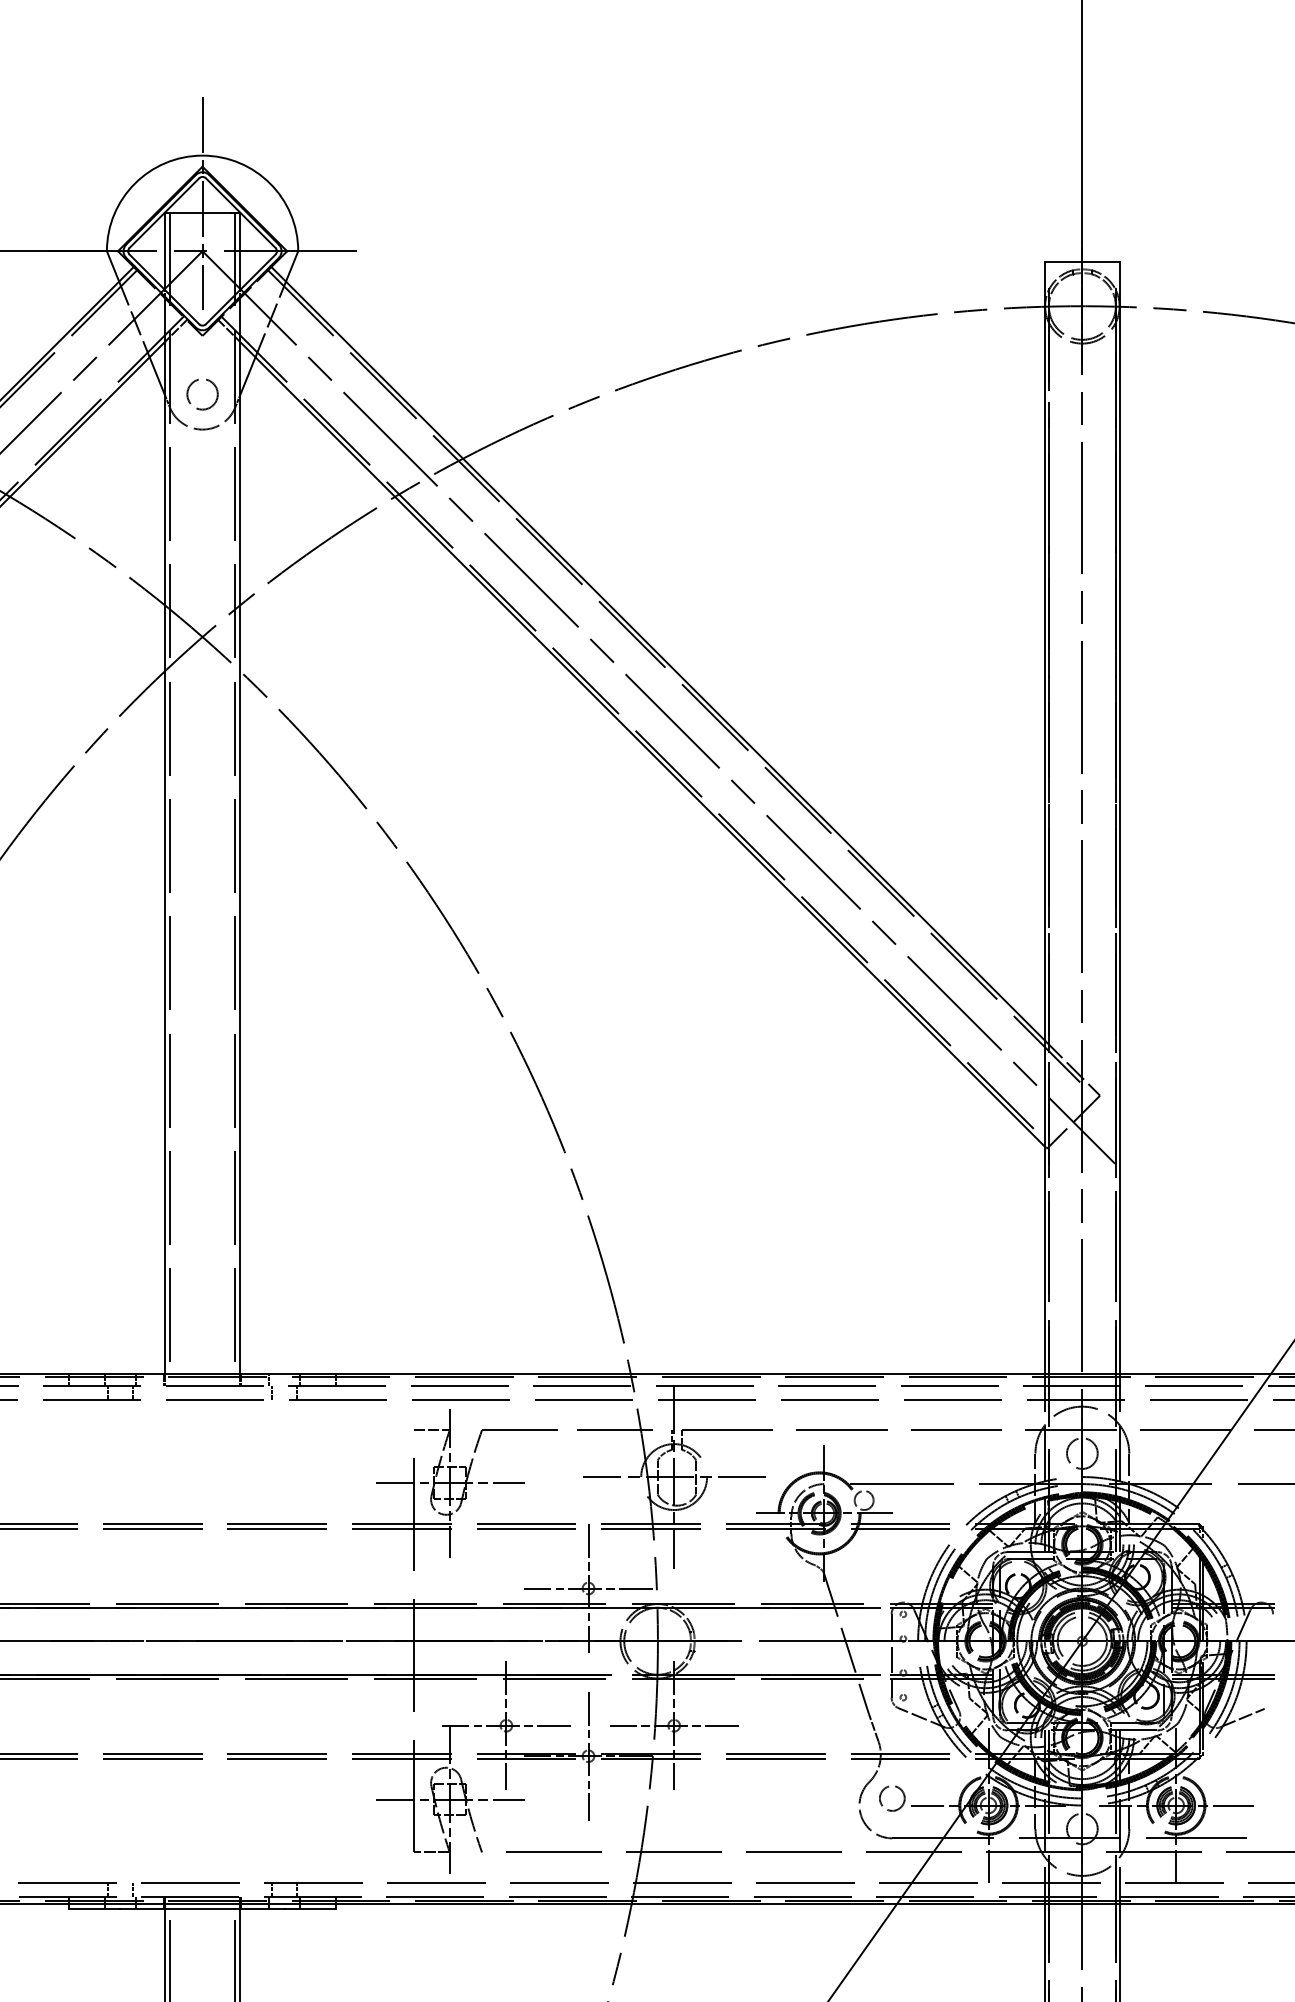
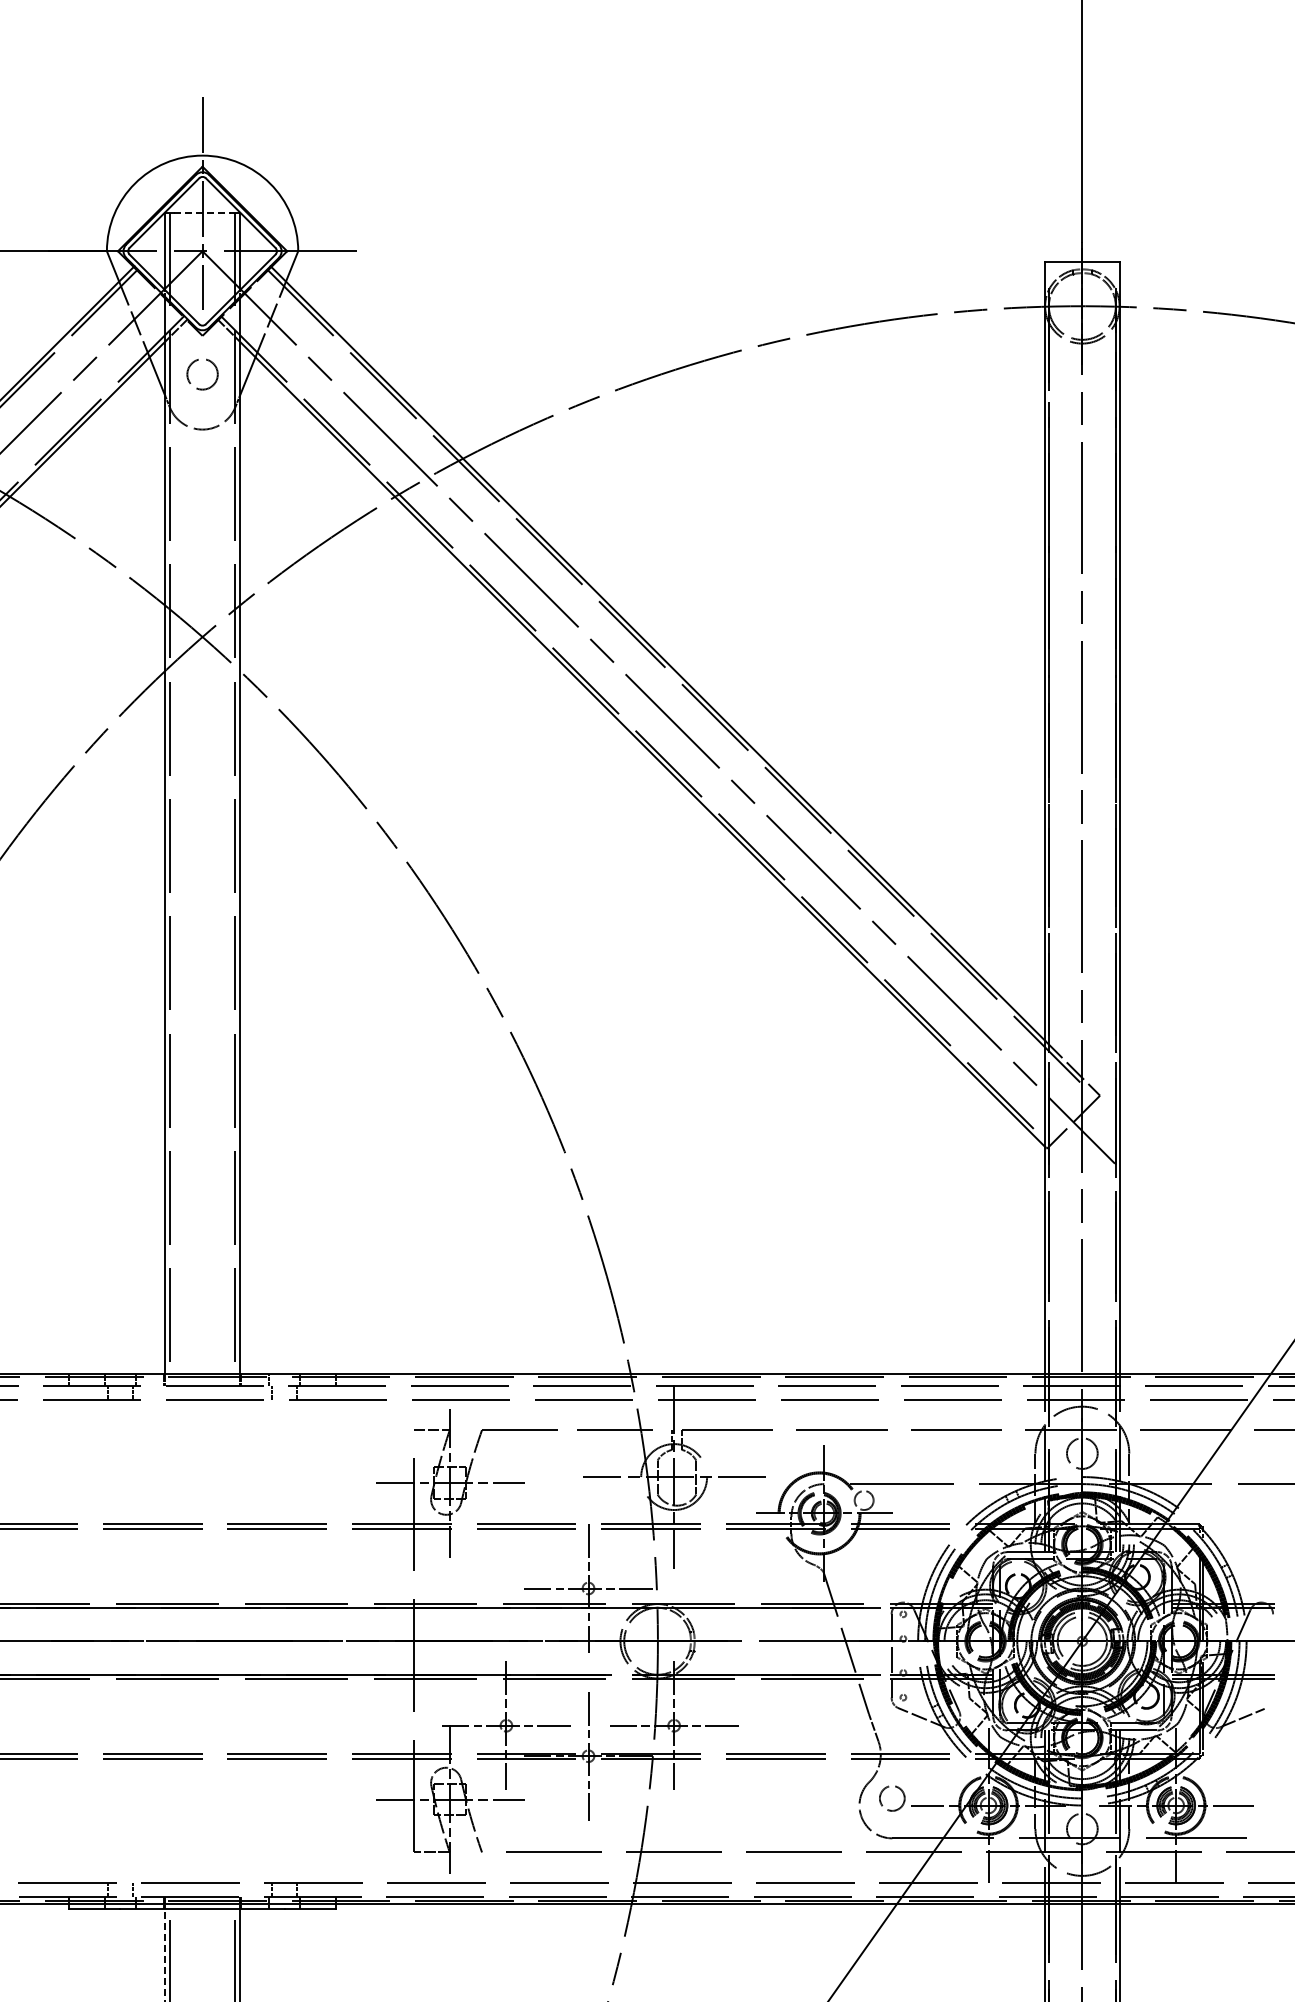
line at (203, 212): solid -> dashed
circle at (202, 394) position: (202, 394) -> (202, 374)
line at (165, 1954): solid -> dashed
